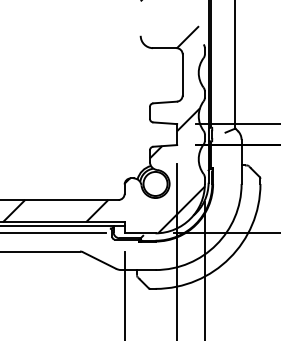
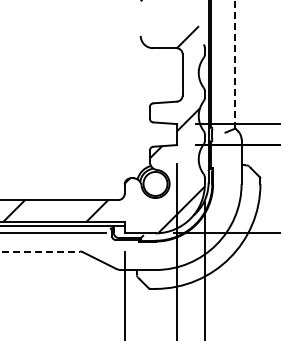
line at (235, 64): solid -> dashed
line at (40, 251): solid -> dashed
